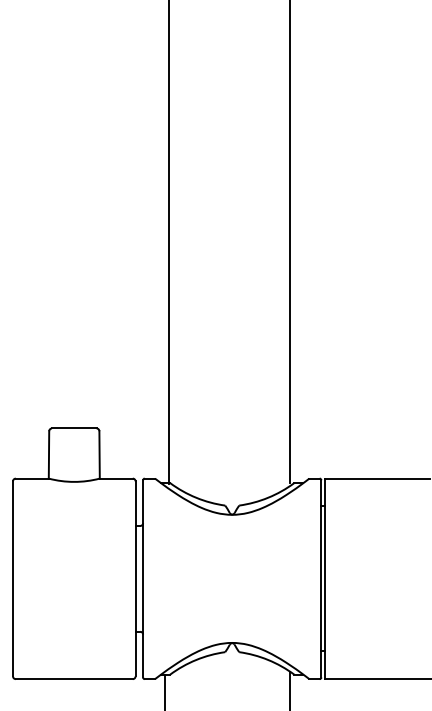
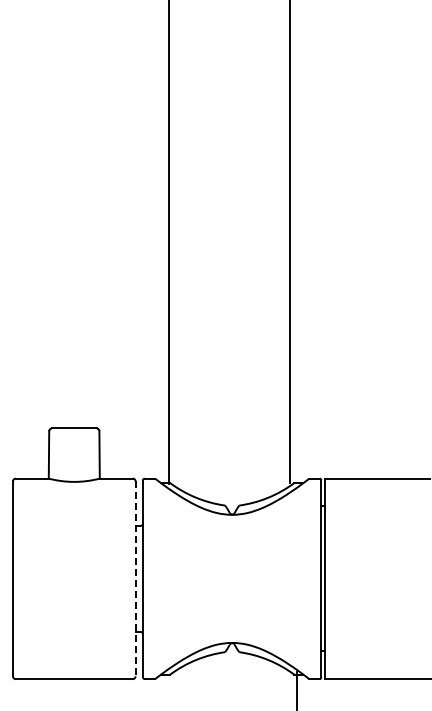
line at (135, 579): solid -> dashed
line at (290, 689) position: (290, 689) -> (297, 689)
line at (164, 690): present -> none
